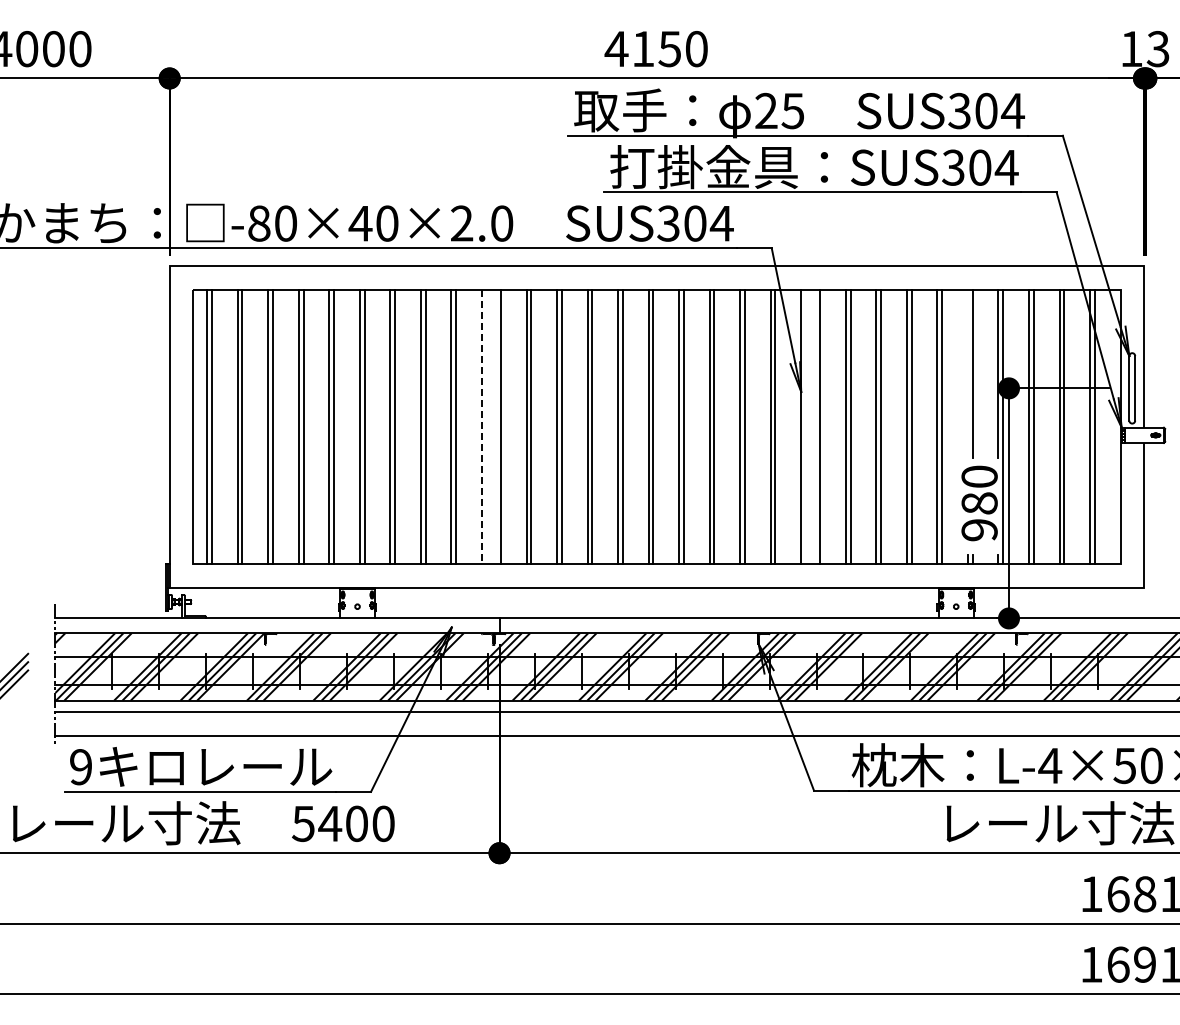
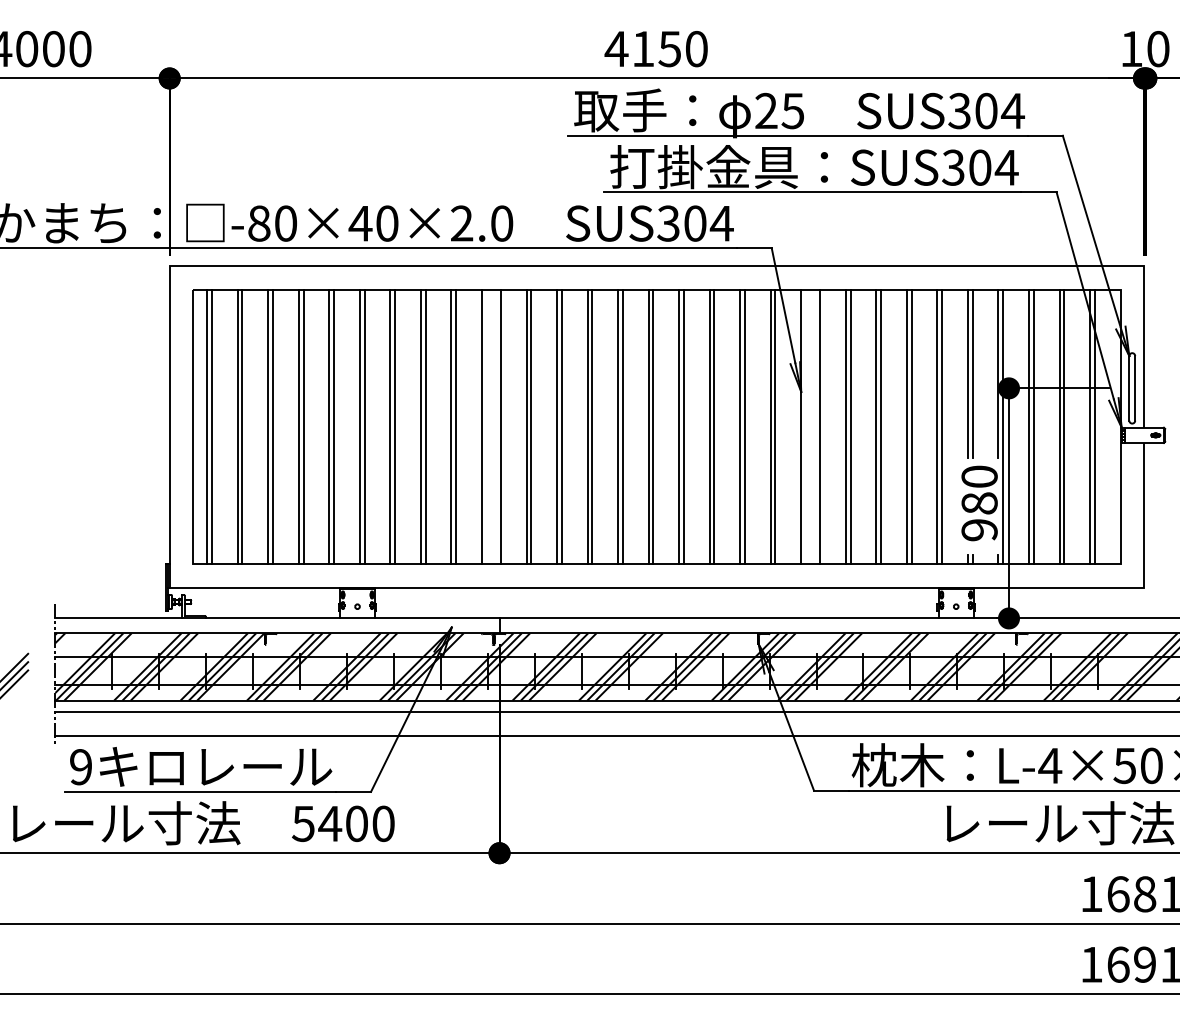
text at (1157, 49): 13 -> 10
line at (967, 373): none -> present
line at (481, 427): dashed -> solid
